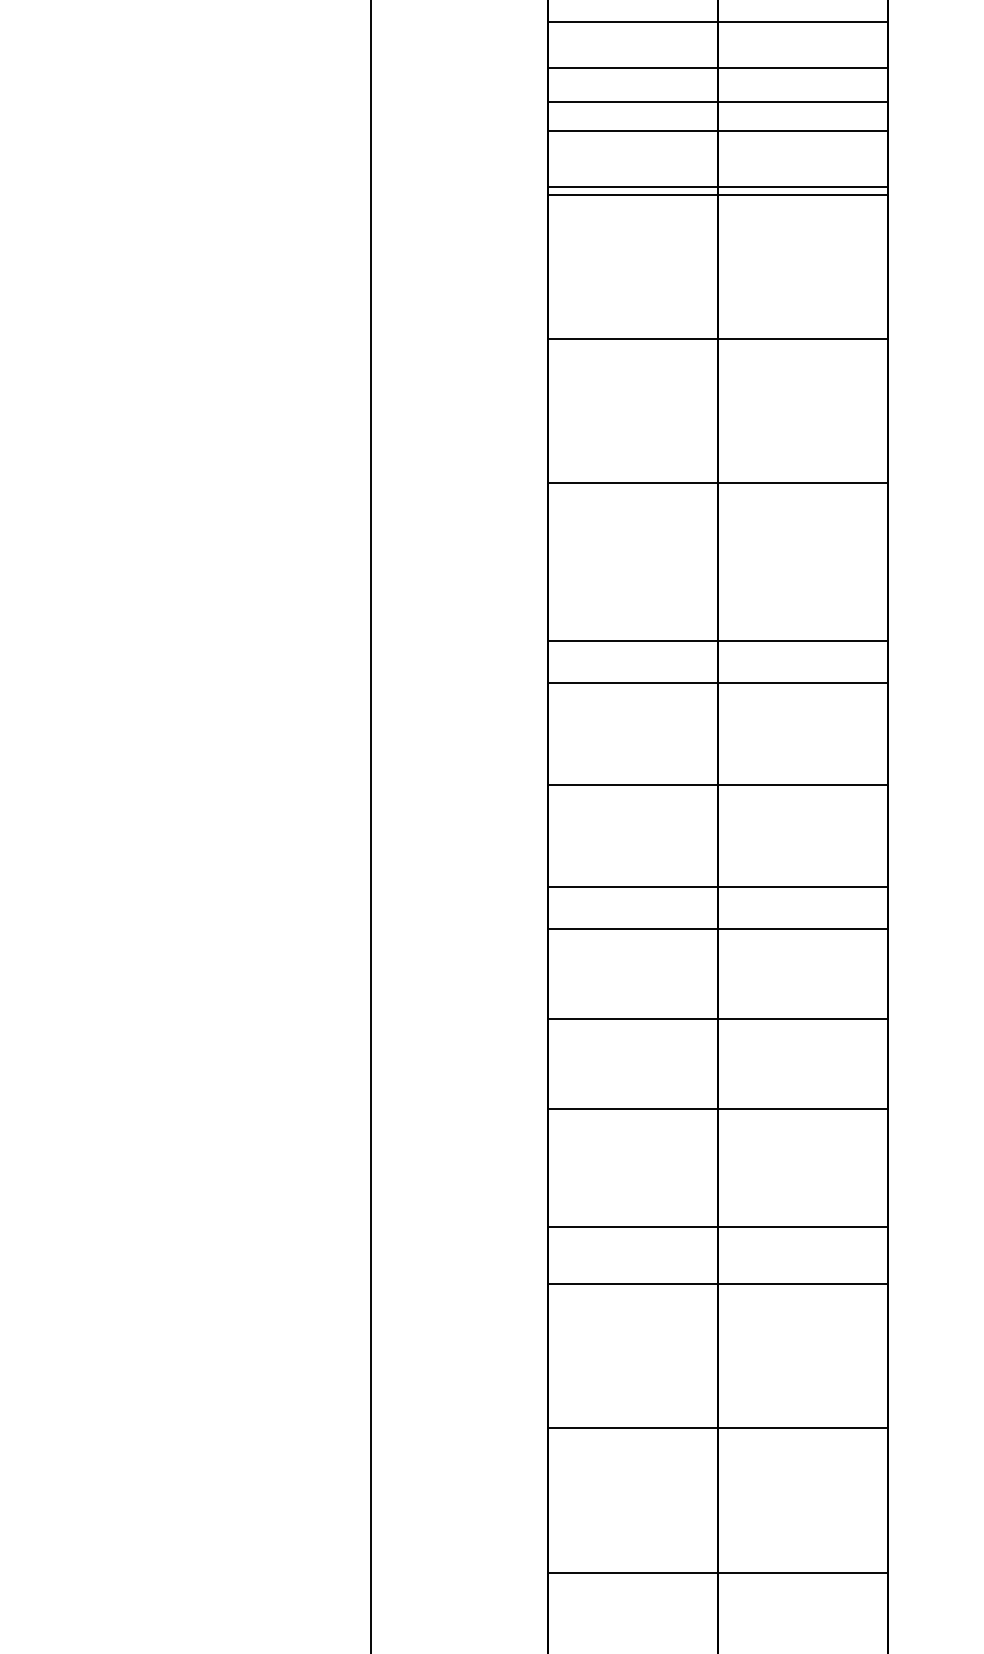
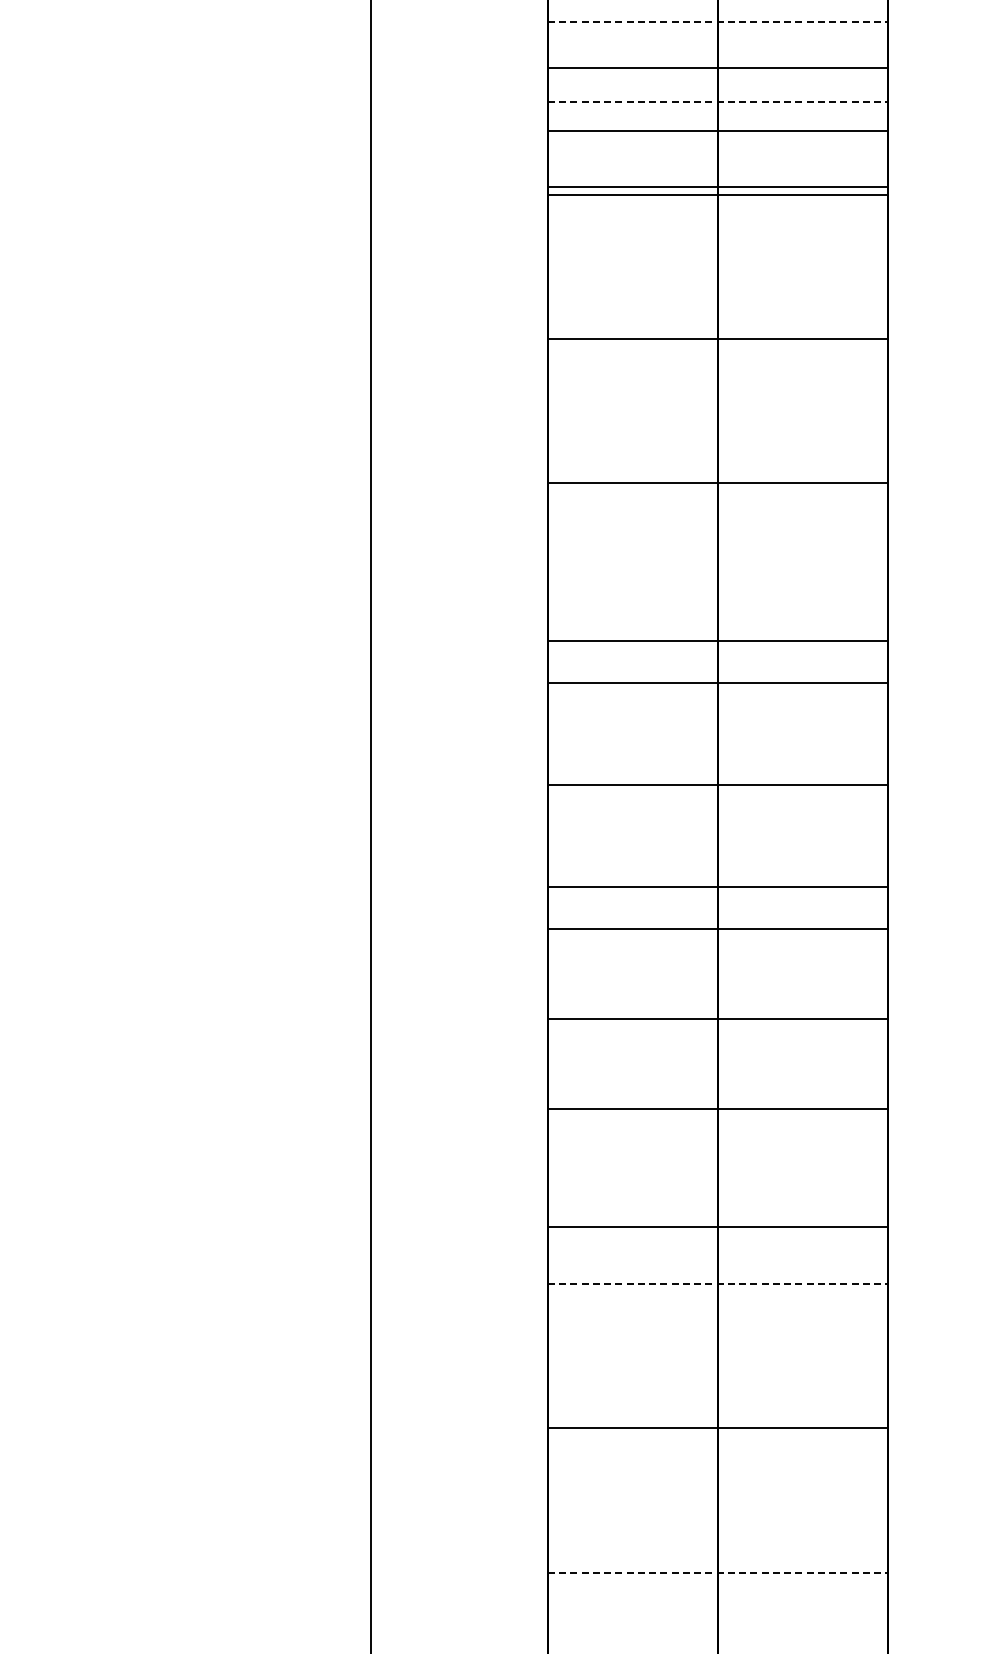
line at (717, 22): solid -> dashed
line at (717, 101): solid -> dashed
line at (717, 1284): solid -> dashed
line at (717, 1572): solid -> dashed
